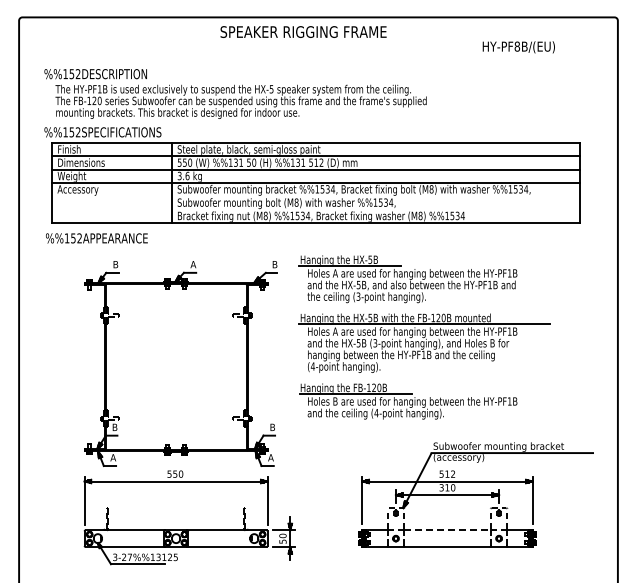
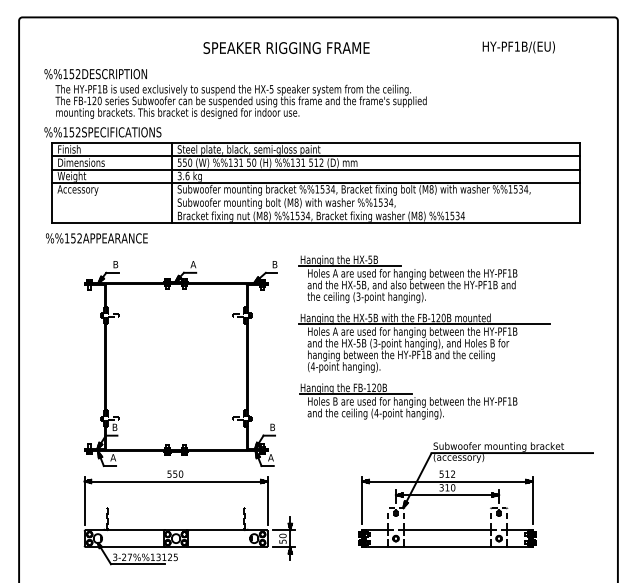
text at (303, 31) position: (303, 31) -> (286, 47)
text at (517, 46): HY-PF8B/(EU) -> HY-PF1B/(EU)
line at (448, 530): dashed -> solid
